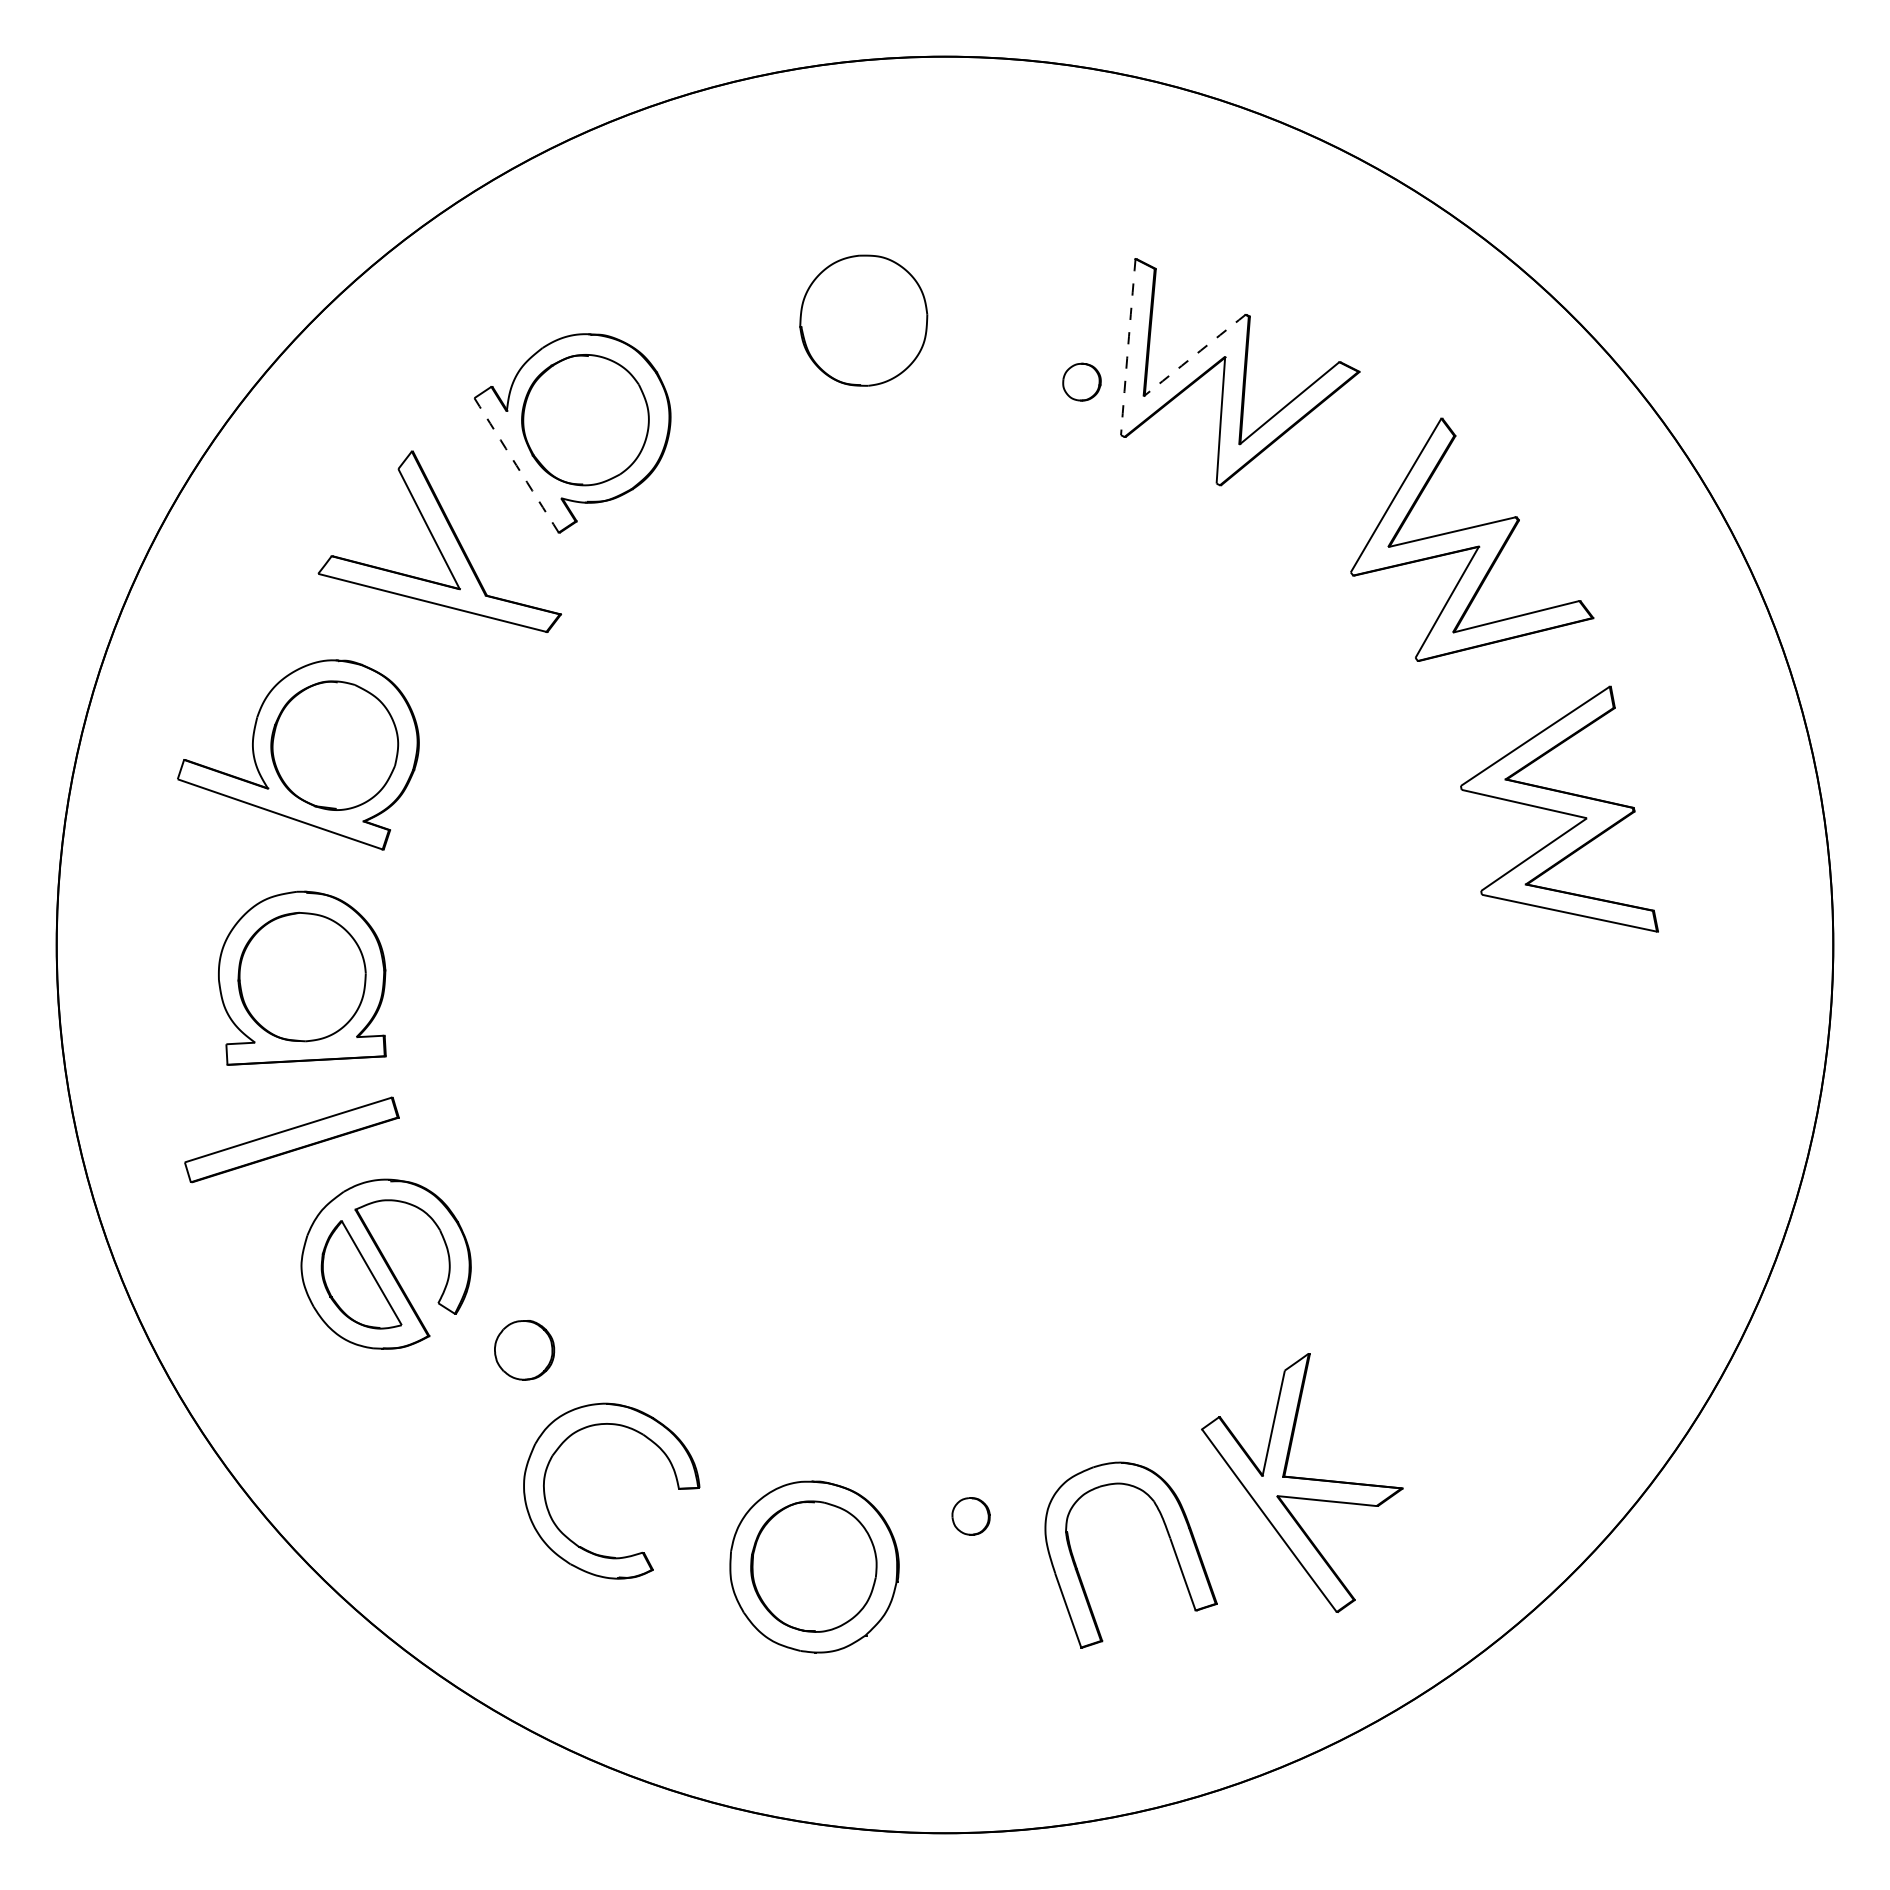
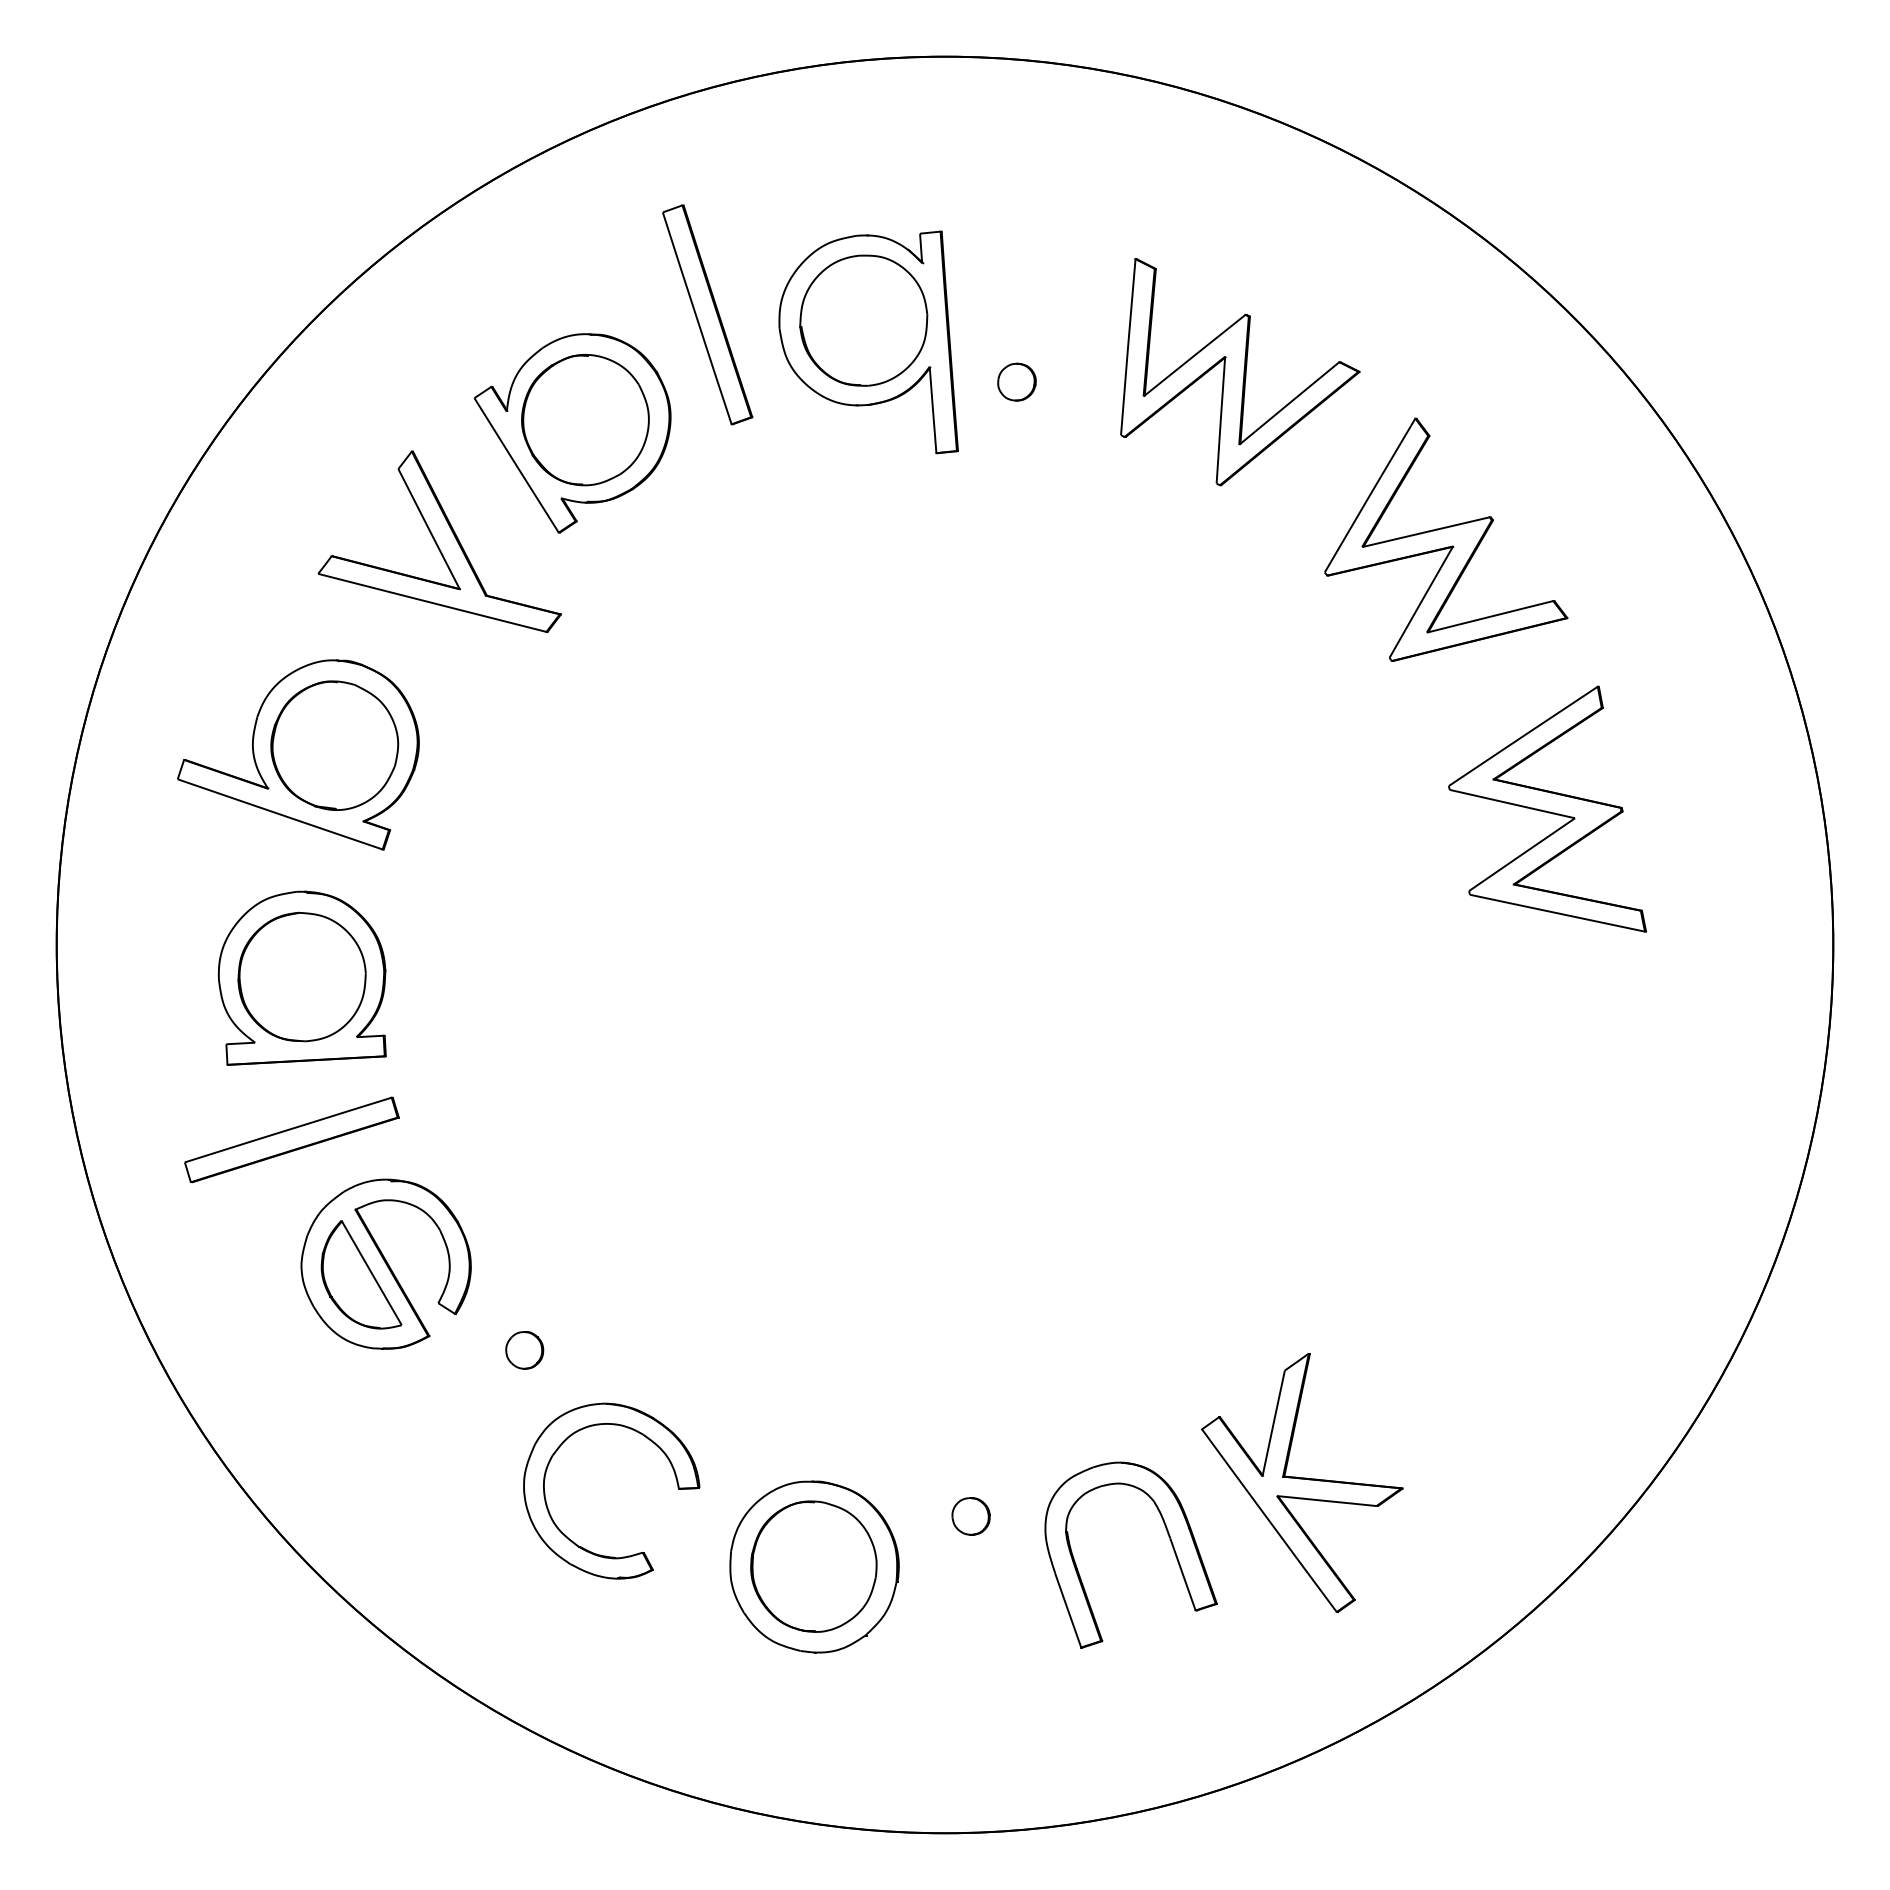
part at (707, 314): none -> present
part at (868, 342): none -> present
arc at (1128, 347): dashed -> solid
arc at (1194, 355): dashed -> solid
part at (1081, 381) position: (1081, 381) -> (1016, 381)
arc at (516, 465): dashed -> solid
part at (1472, 539) position: (1472, 539) -> (1446, 539)
part at (1559, 808) position: (1559, 808) -> (1547, 808)
part at (524, 1350) size: 62x61 px -> 40x39 px
